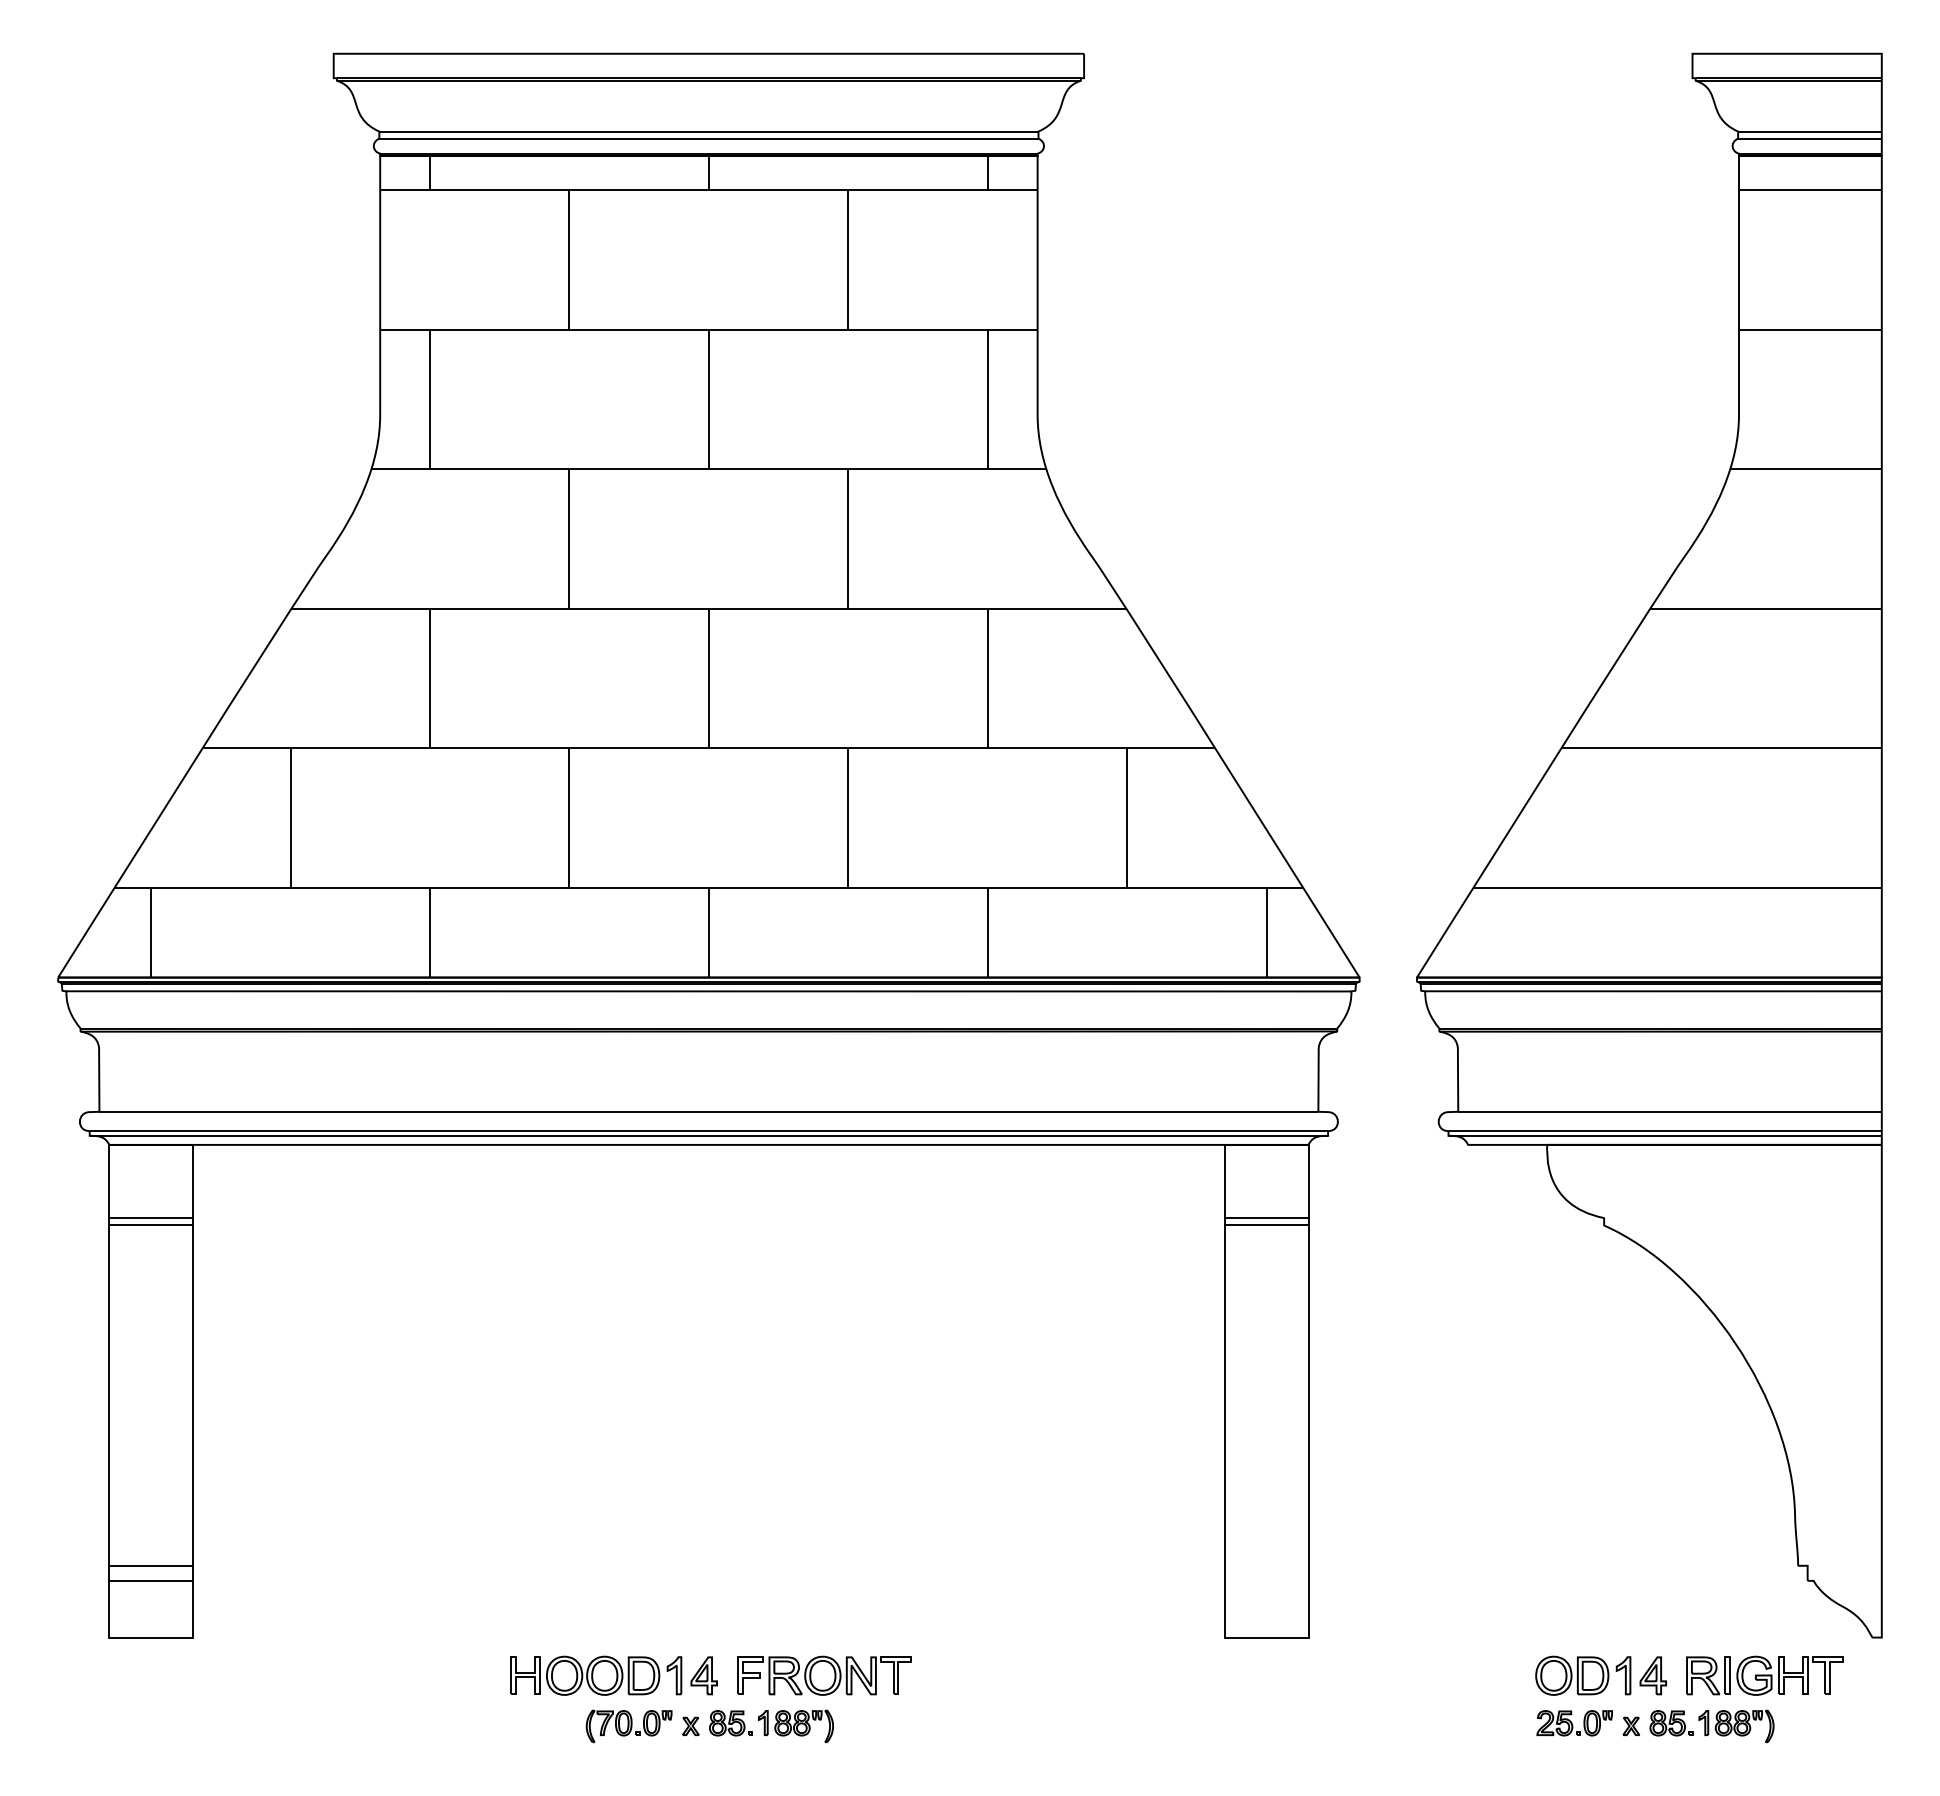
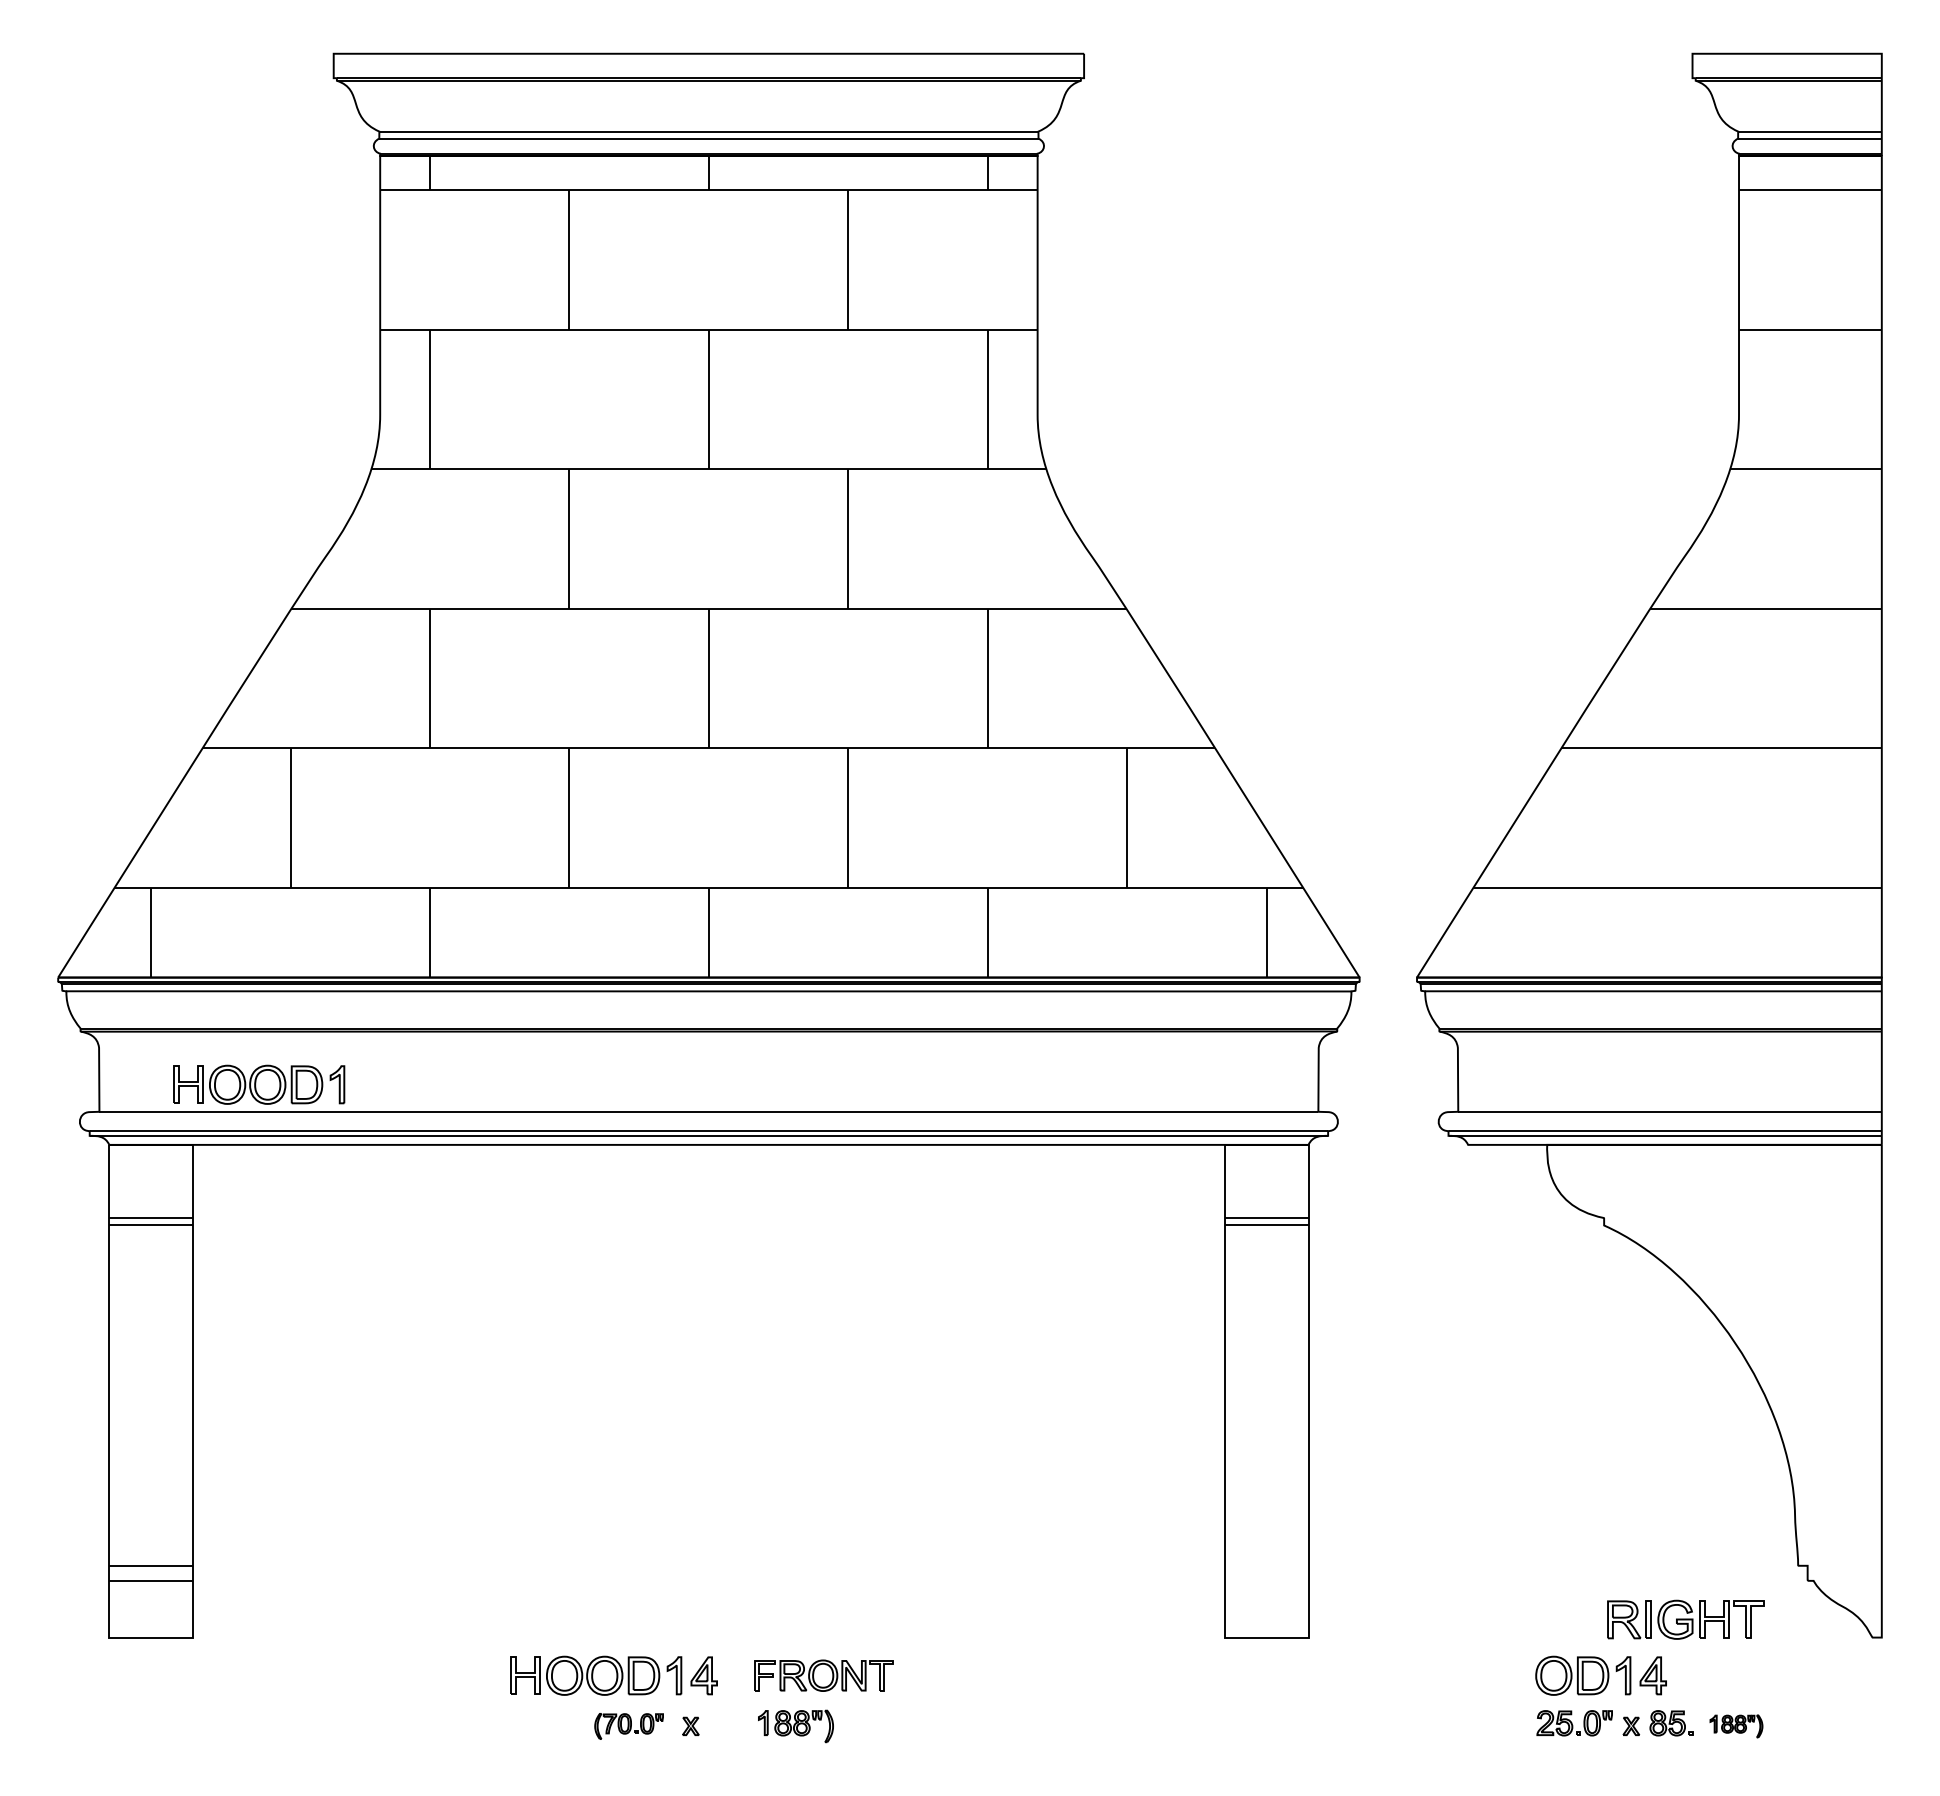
part at (259, 1084): none -> present
part at (824, 1675) size: 175x41 px -> 140x33 px
part at (1764, 1675) position: (1764, 1675) -> (1685, 1619)
part at (730, 1723): present -> none
part at (628, 1726) size: 88x35 px -> 70x27 px
part at (1736, 1726) size: 77x35 px -> 55x25 px
